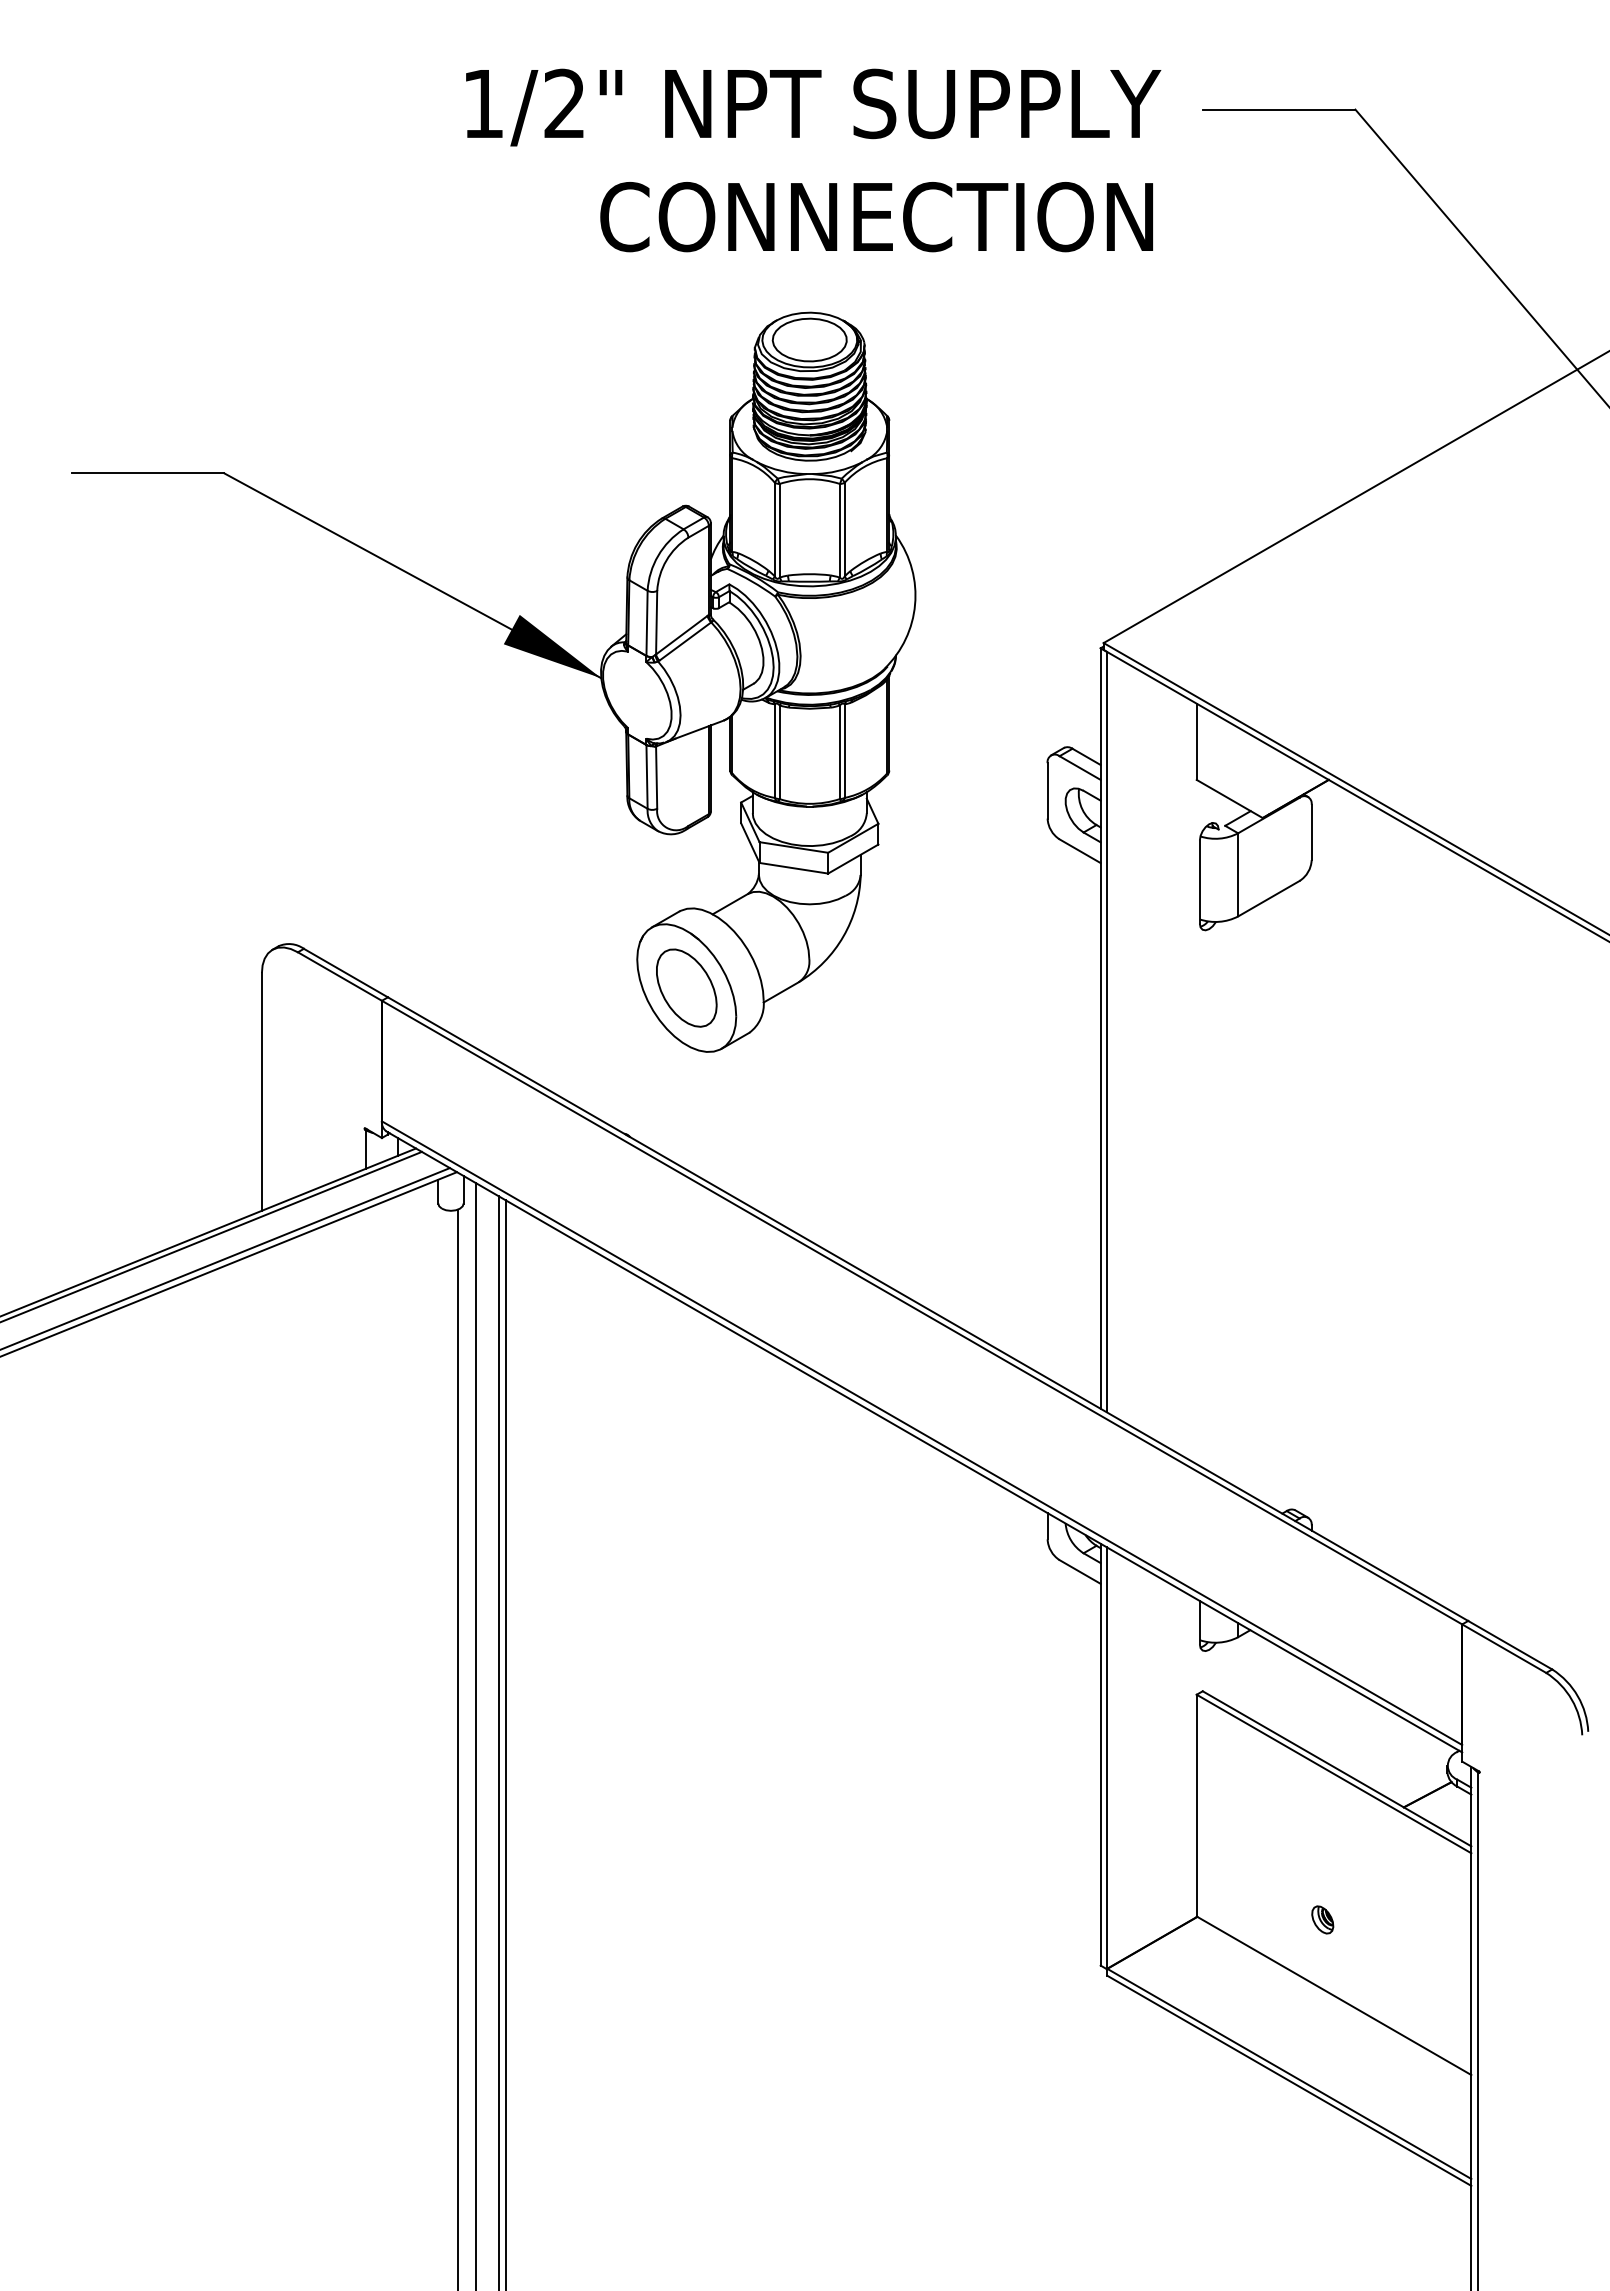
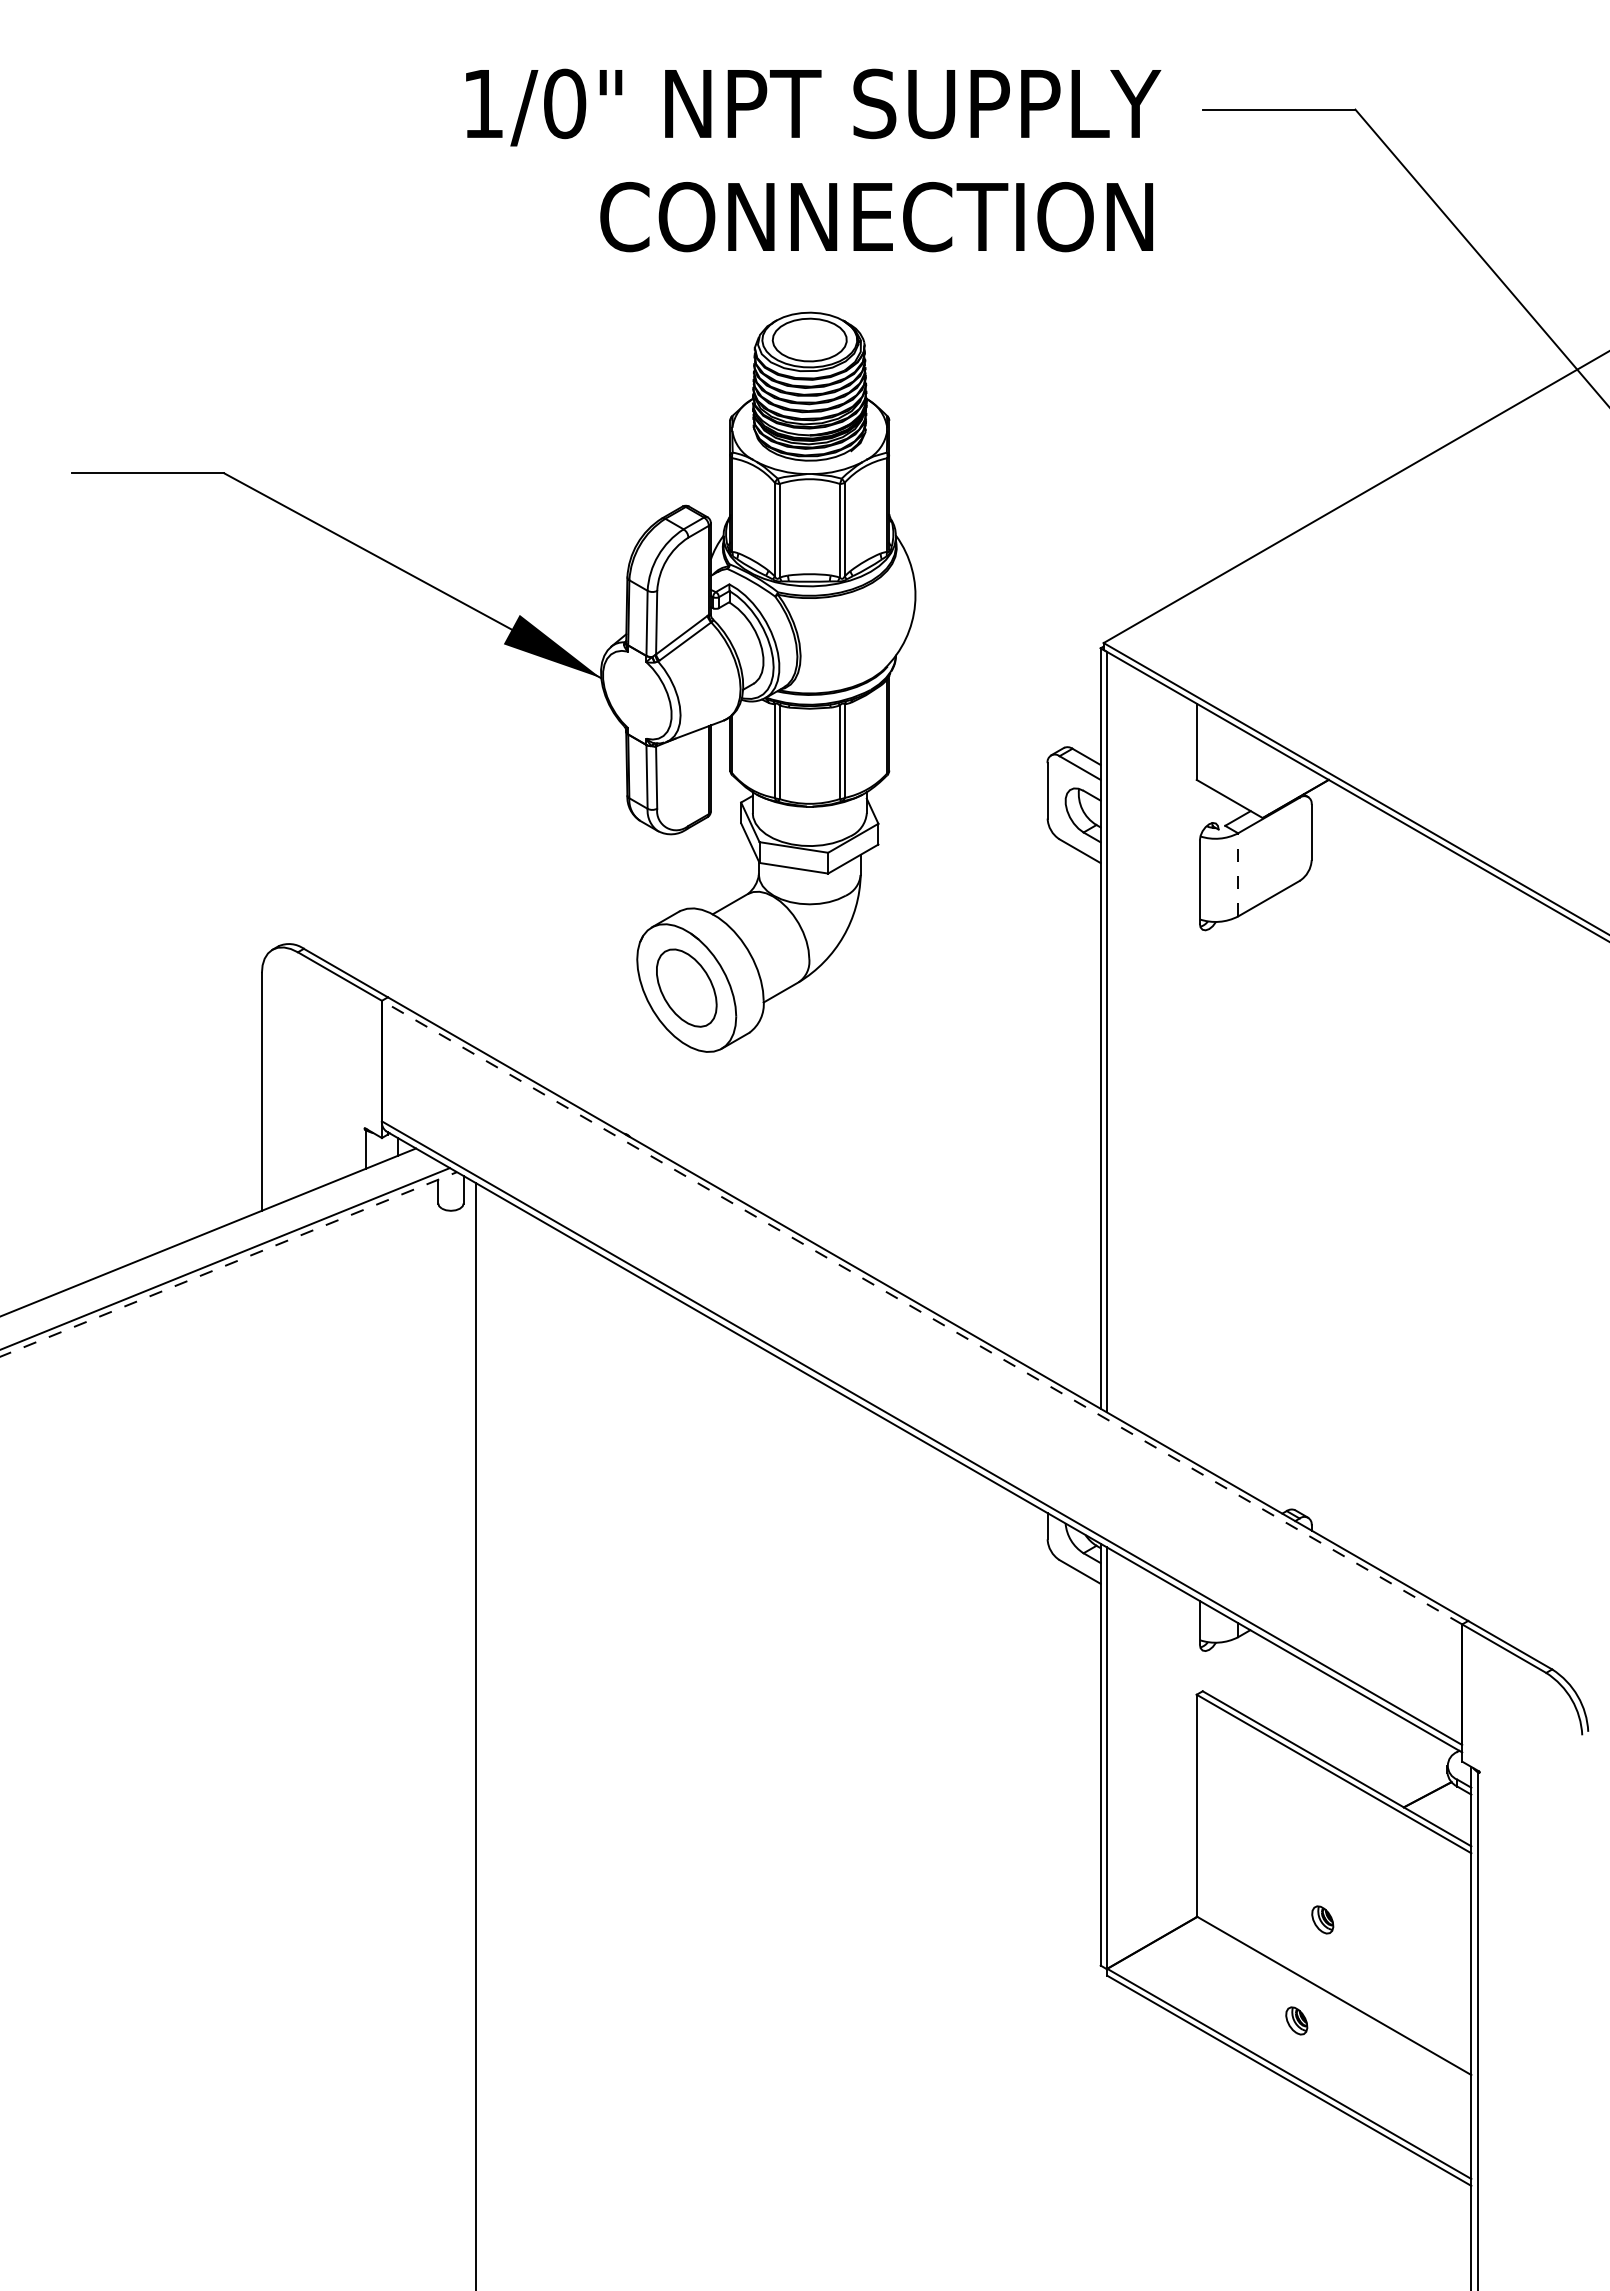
text at (565, 103): 1/2" -> 1/0"
line at (1238, 874): solid -> dashed
line at (211, 1236): present -> none
line at (229, 1264): solid -> dashed
line at (922, 1312): solid -> dashed
line at (498, 1741): present -> none
line at (505, 1743): present -> none
line at (457, 1748): present -> none
part at (1296, 2020): none -> present
